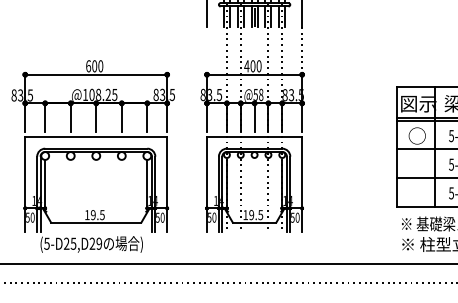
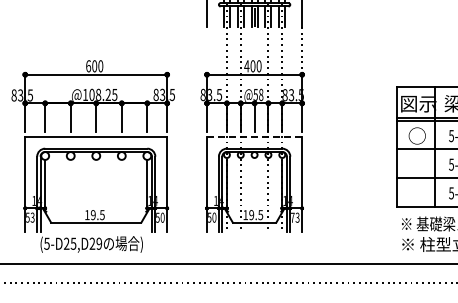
line at (254, 136): solid -> dashed
text at (32, 217): 50 -> 53
text at (295, 217): 50 -> 73
